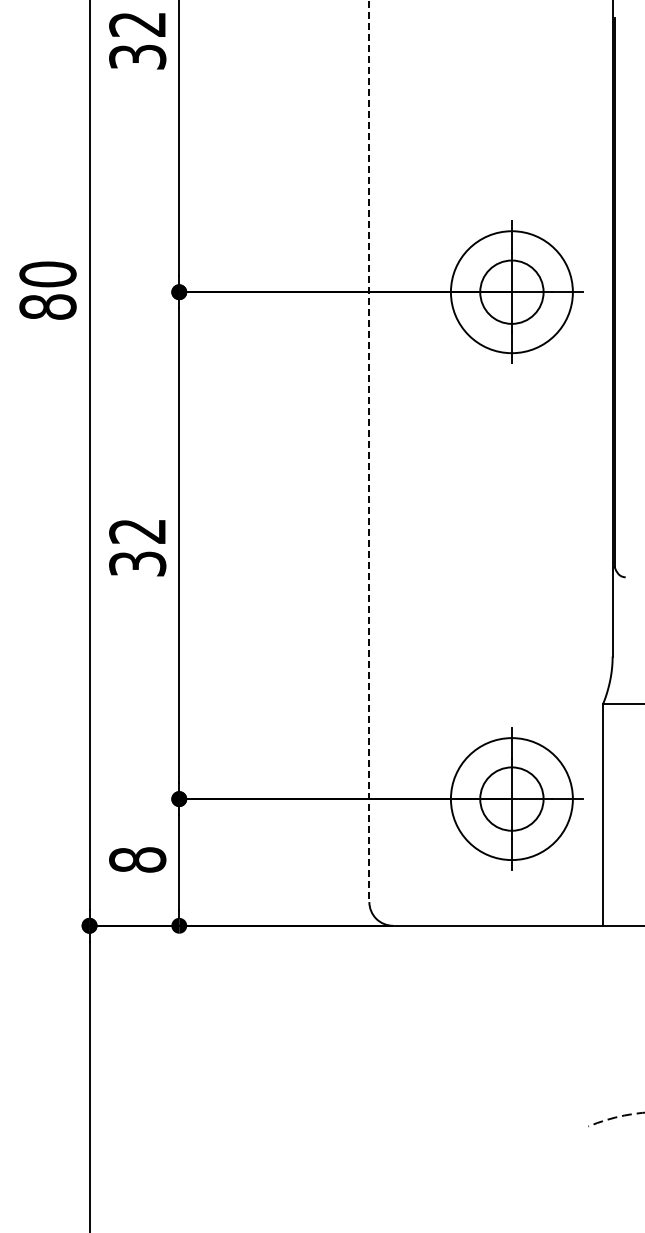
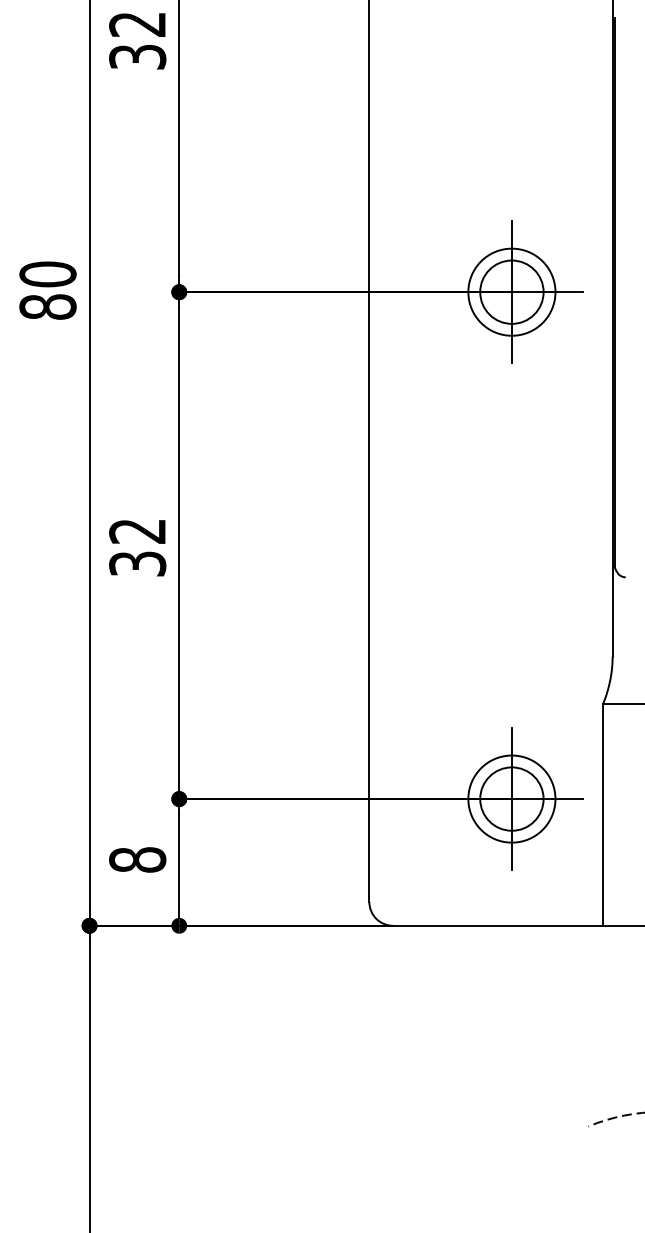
circle at (511, 292) diameter: 122 px -> 87 px
line at (369, 451): dashed -> solid
circle at (511, 799) diameter: 122 px -> 87 px
